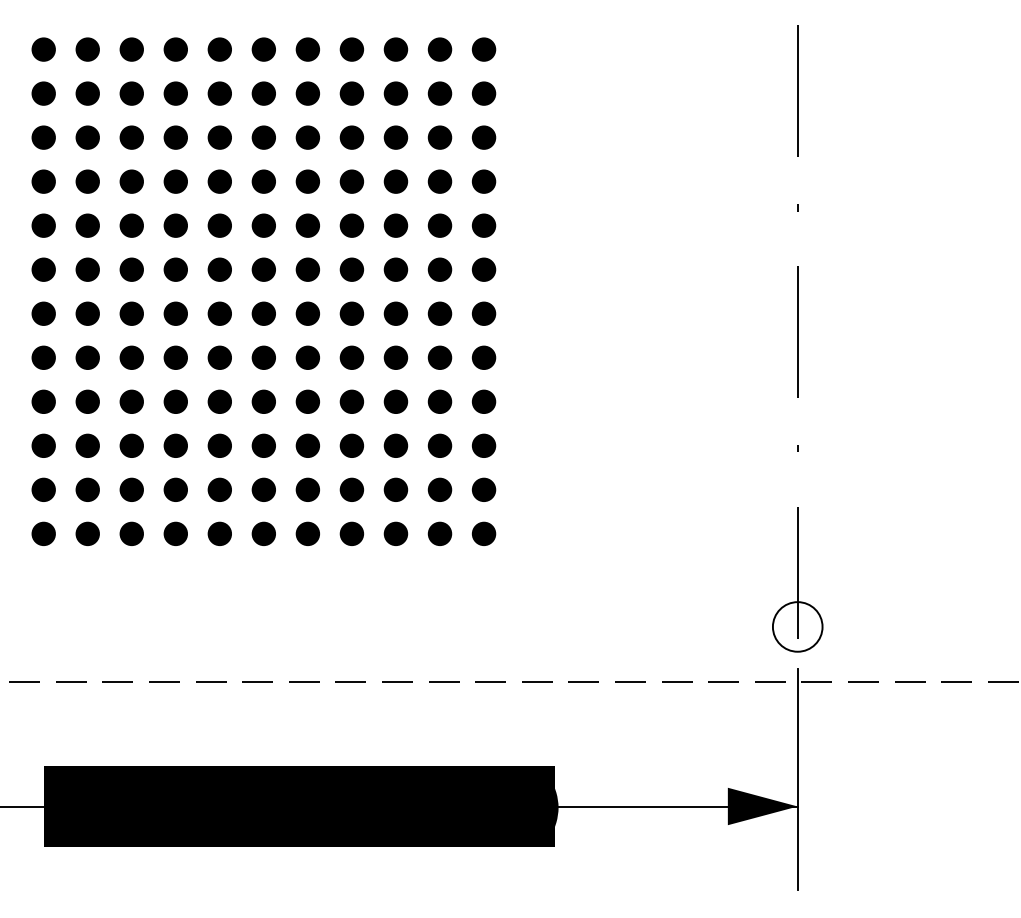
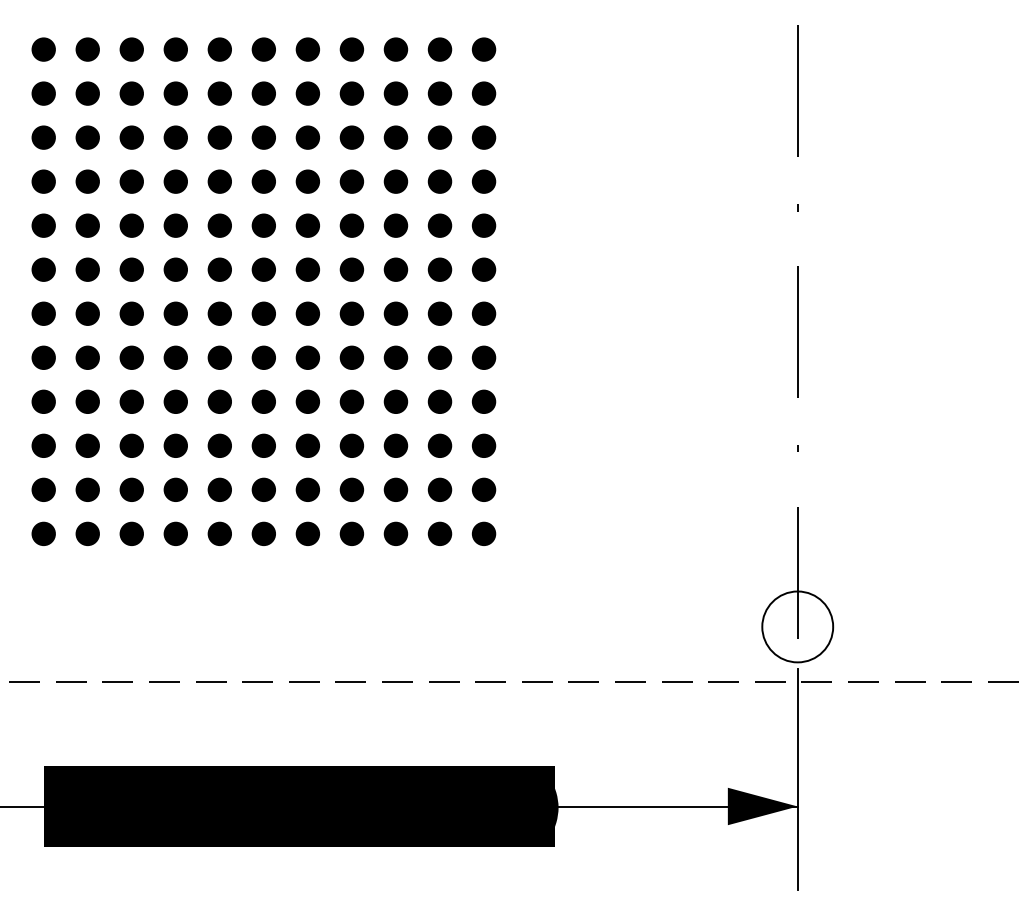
circle at (797, 626) diameter: 50 px -> 71 px
